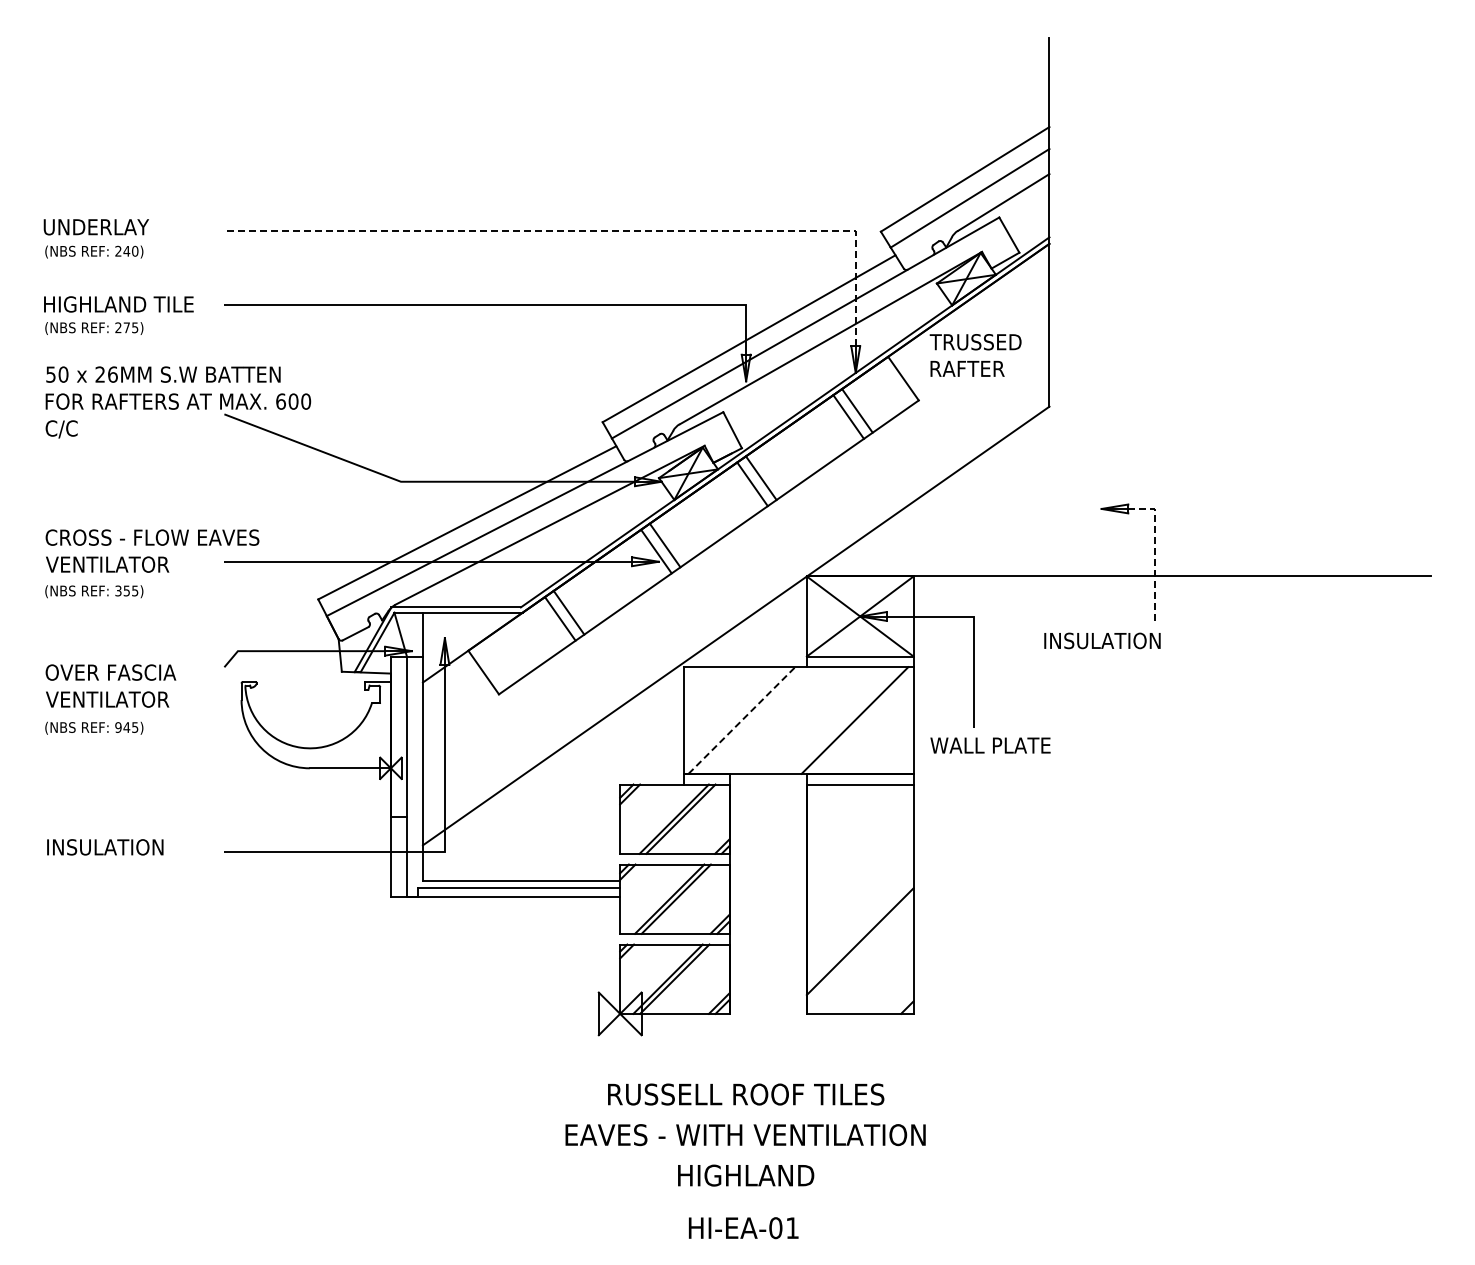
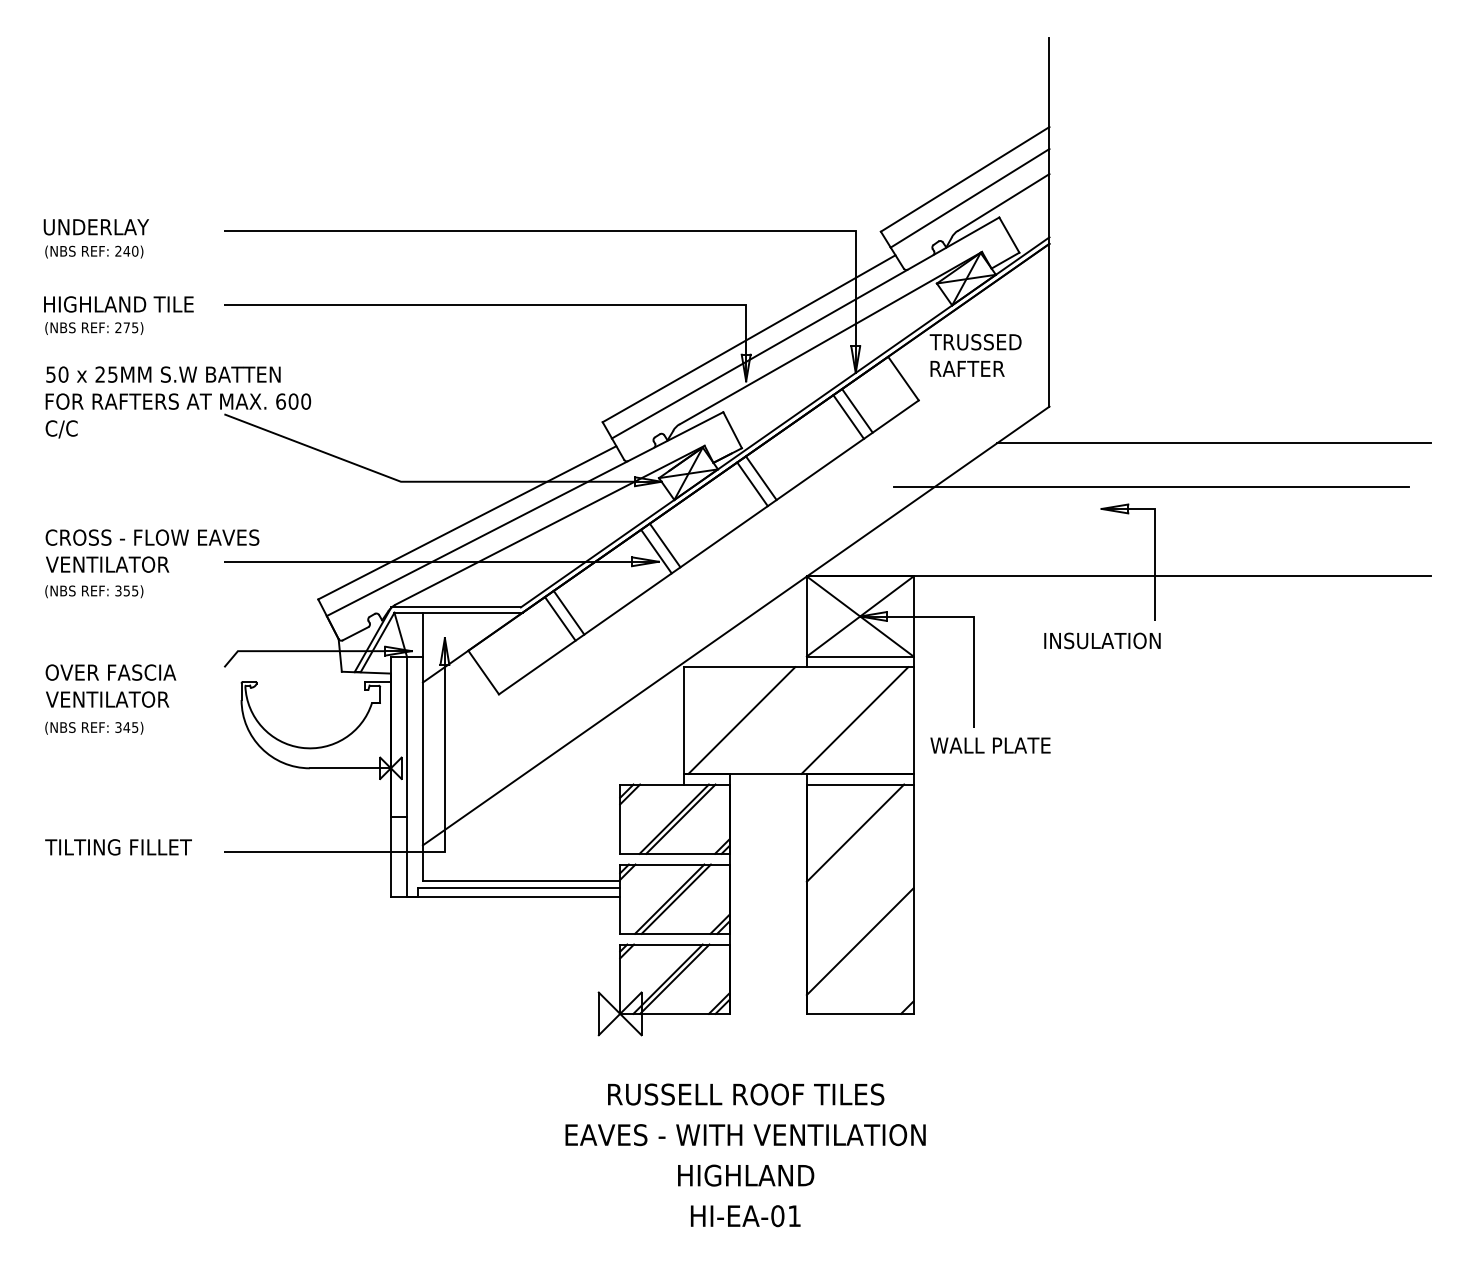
line at (598, 231): dashed -> solid
text at (112, 374): 26MM -> 25MM
line at (1213, 443): none -> present
line at (1151, 487): none -> present
line at (1155, 550): dashed -> solid
line at (742, 720): dashed -> solid
text at (118, 727): 945) -> 345)
line at (855, 832): none -> present
text at (118, 847): INSULATION -> TILTING FILLET
text at (743, 1228) position: (743, 1228) -> (745, 1216)
